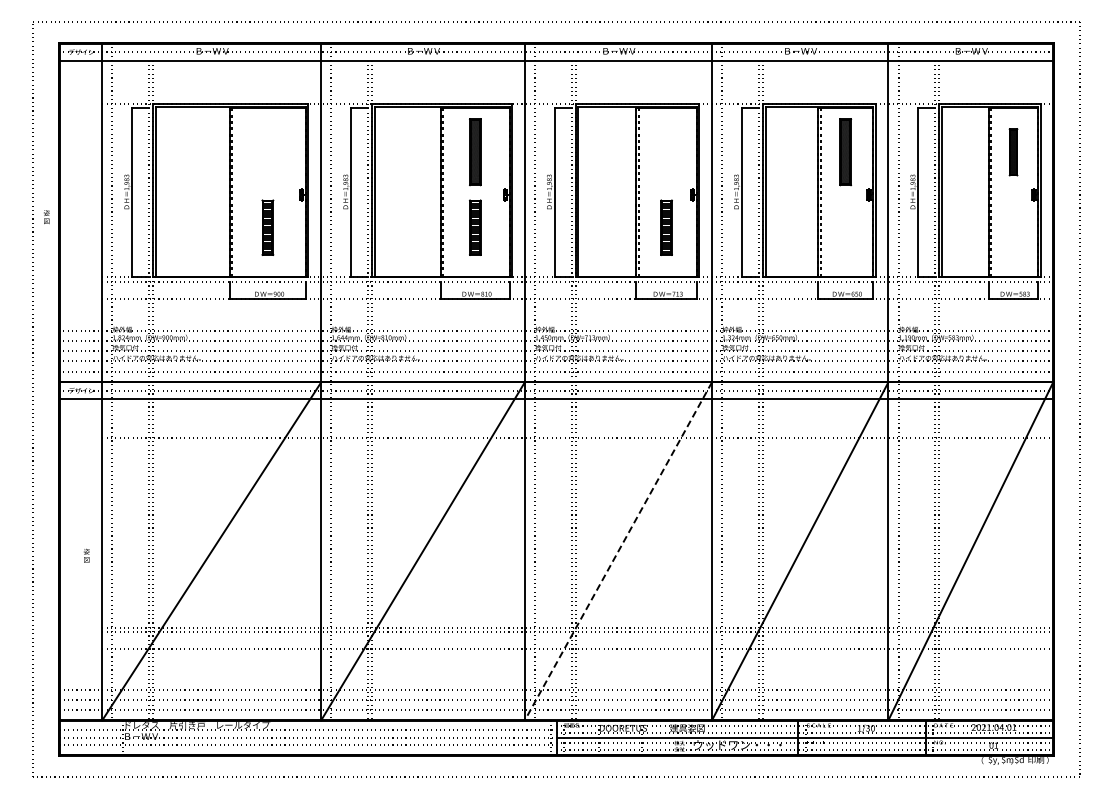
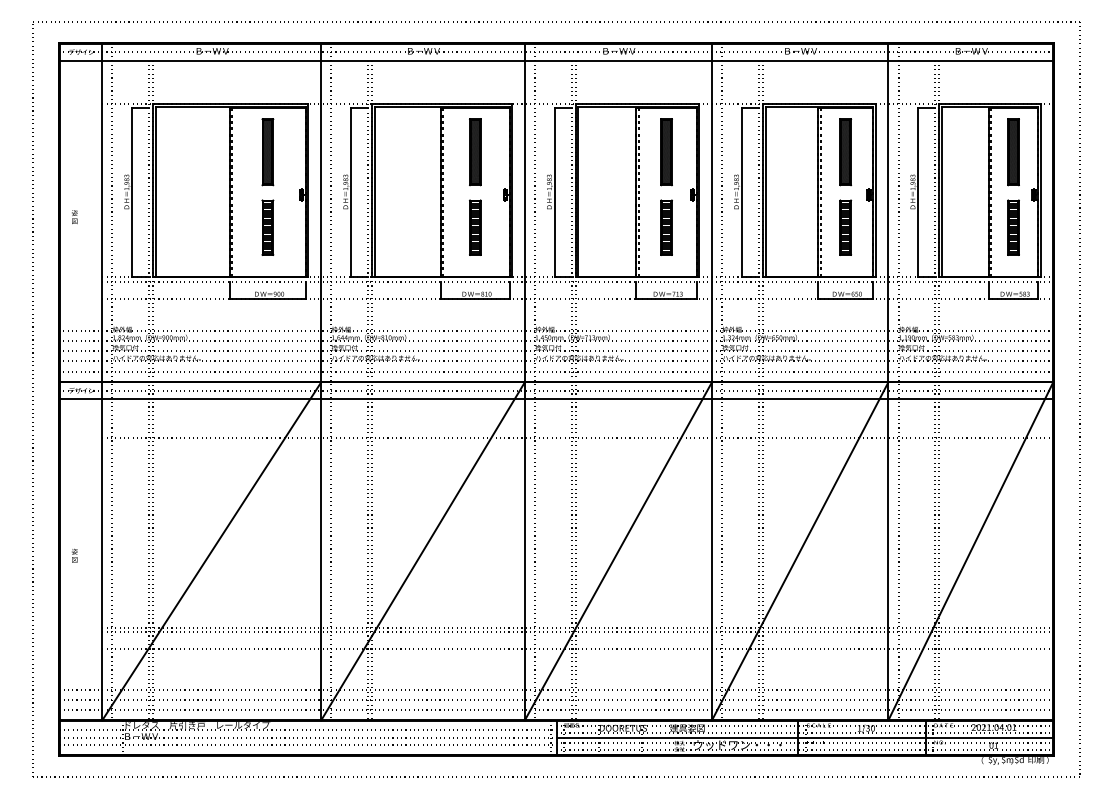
part at (267, 152): none -> present
part at (666, 152): none -> present
part at (1013, 152) size: 11x49 px -> 13x69 px
text at (46, 216) position: (46, 216) -> (74, 216)
part at (845, 227): none -> present
part at (1013, 227): none -> present
line at (618, 551): dashed -> solid
text at (86, 555) position: (86, 555) -> (74, 555)
